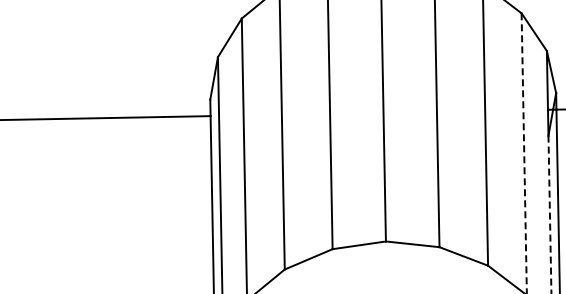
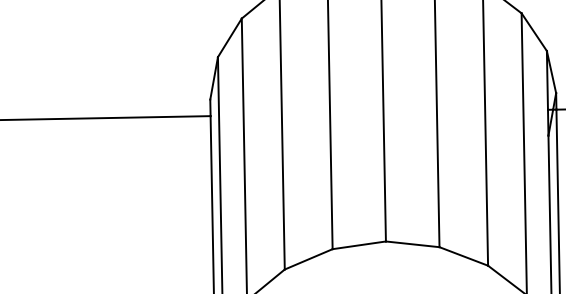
line at (524, 153): dashed -> solid
line at (549, 214): dashed -> solid
